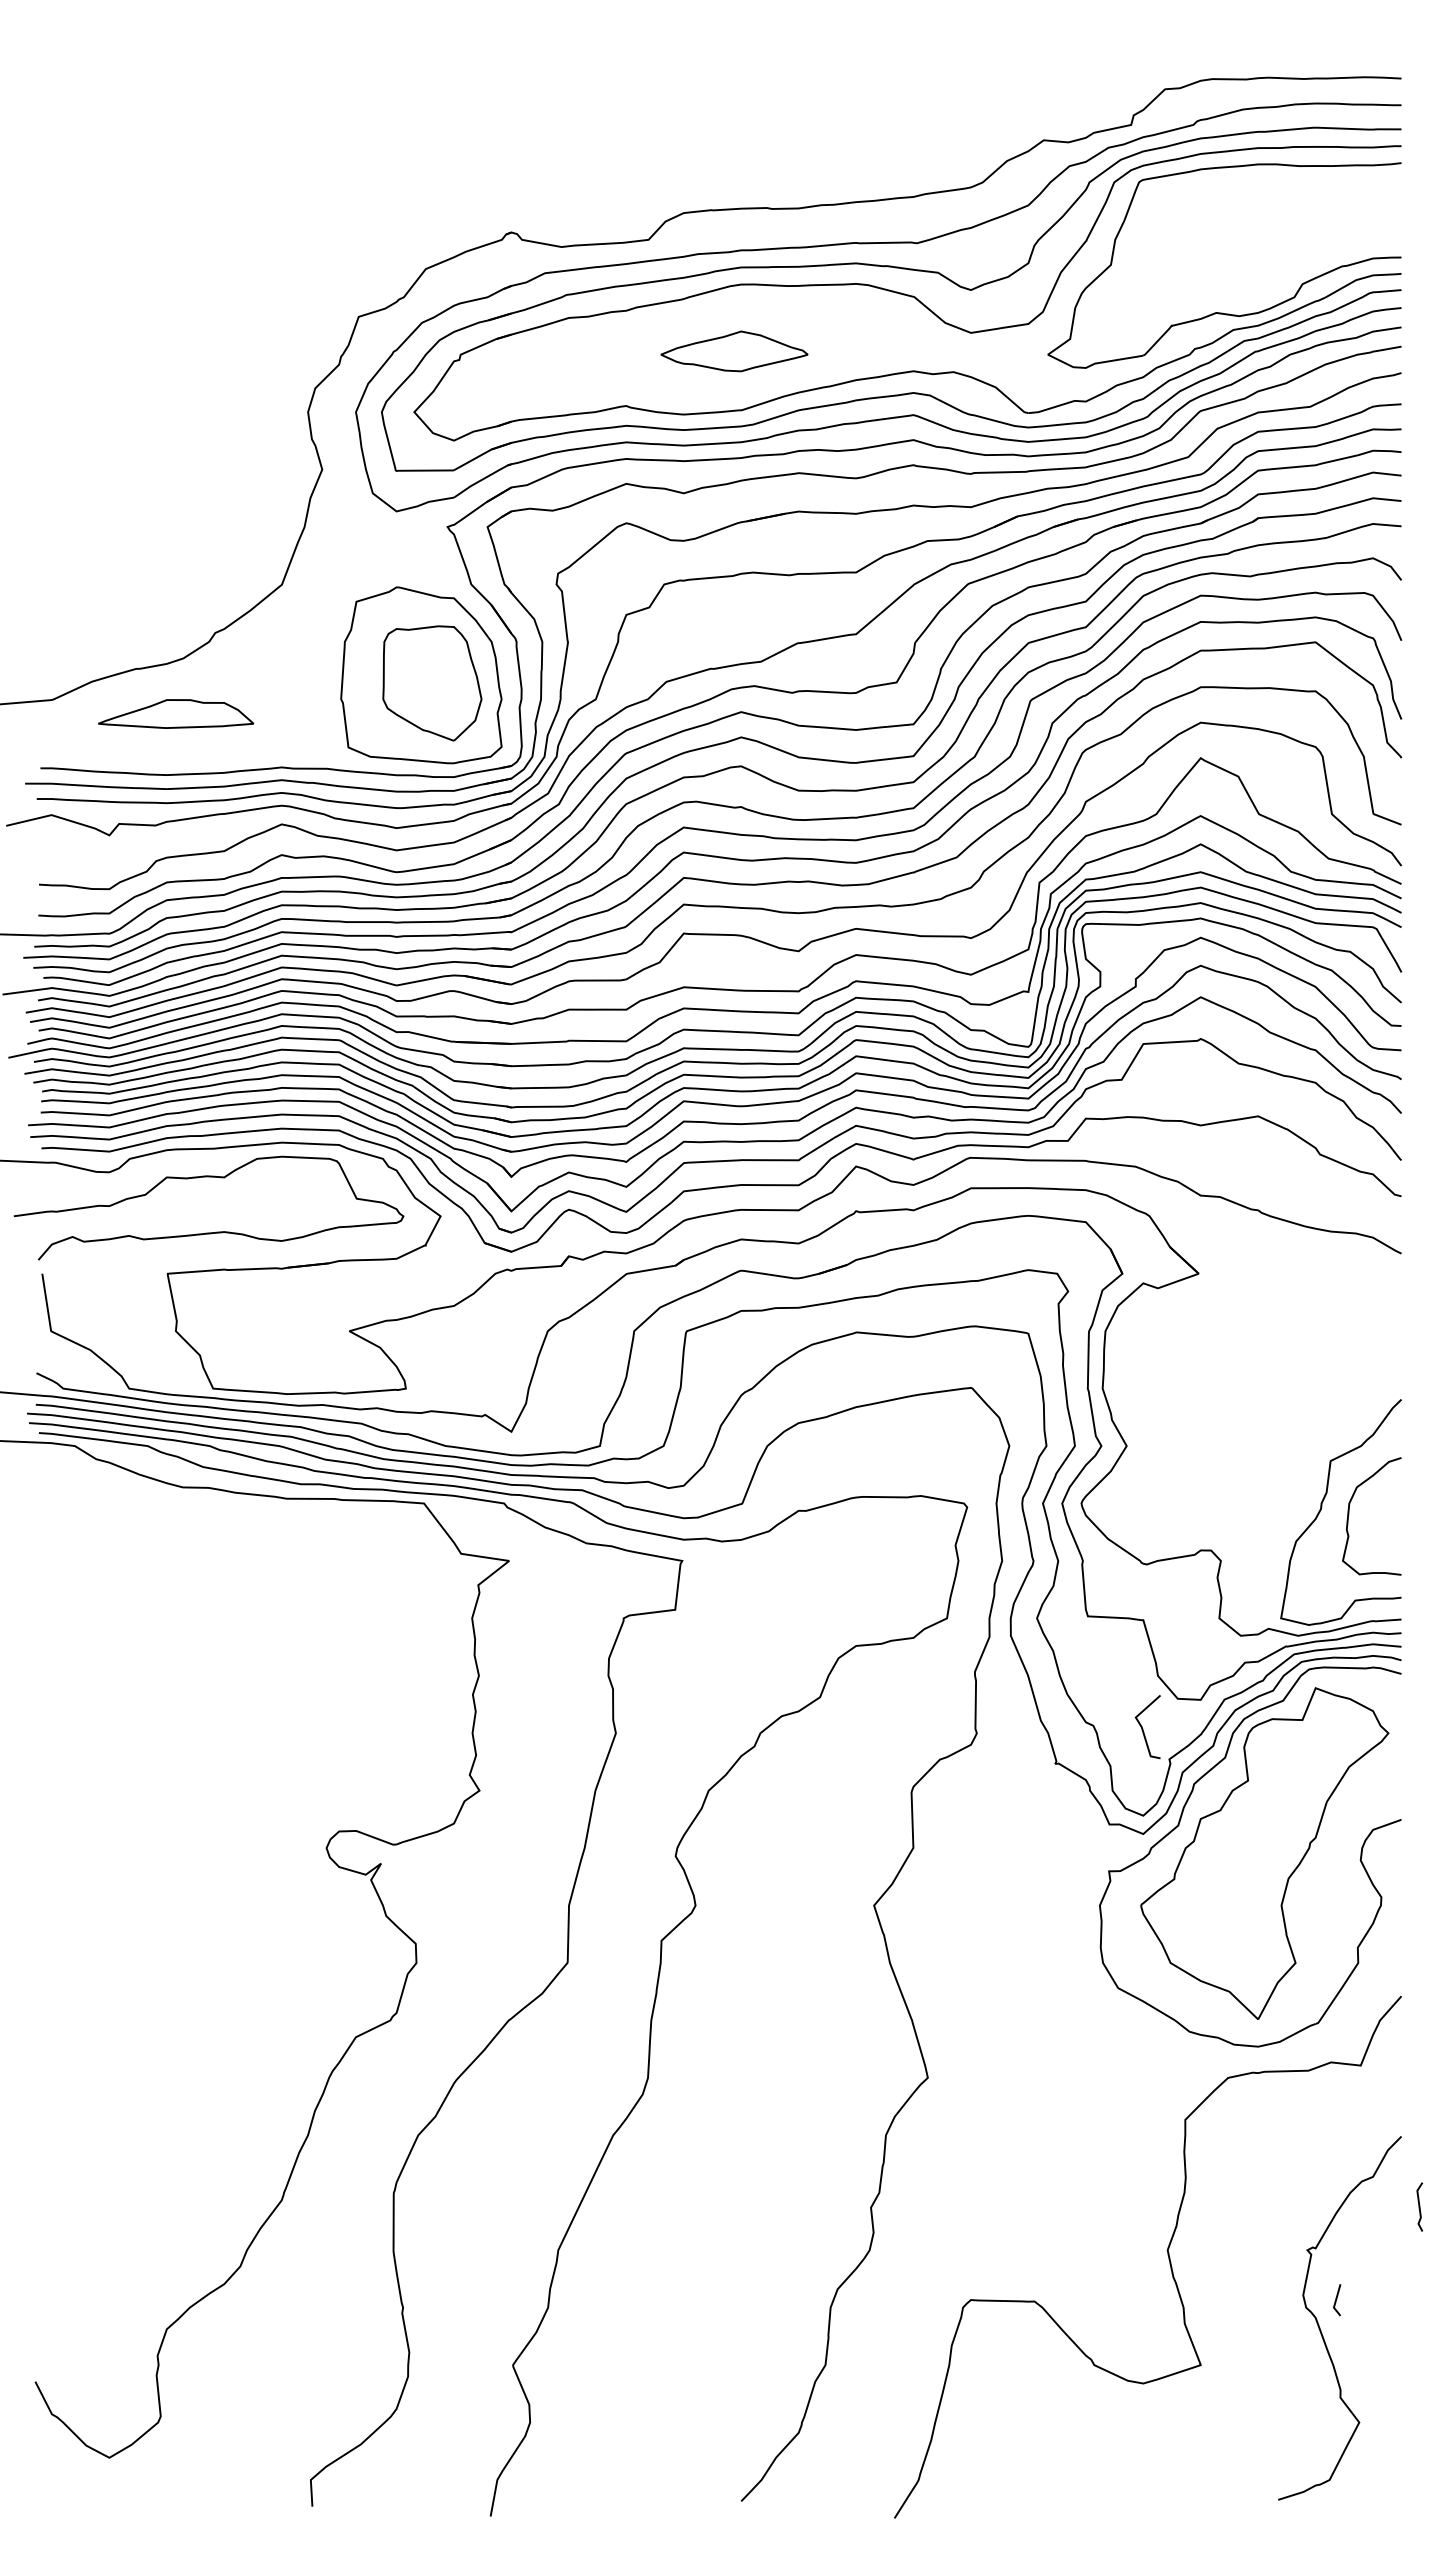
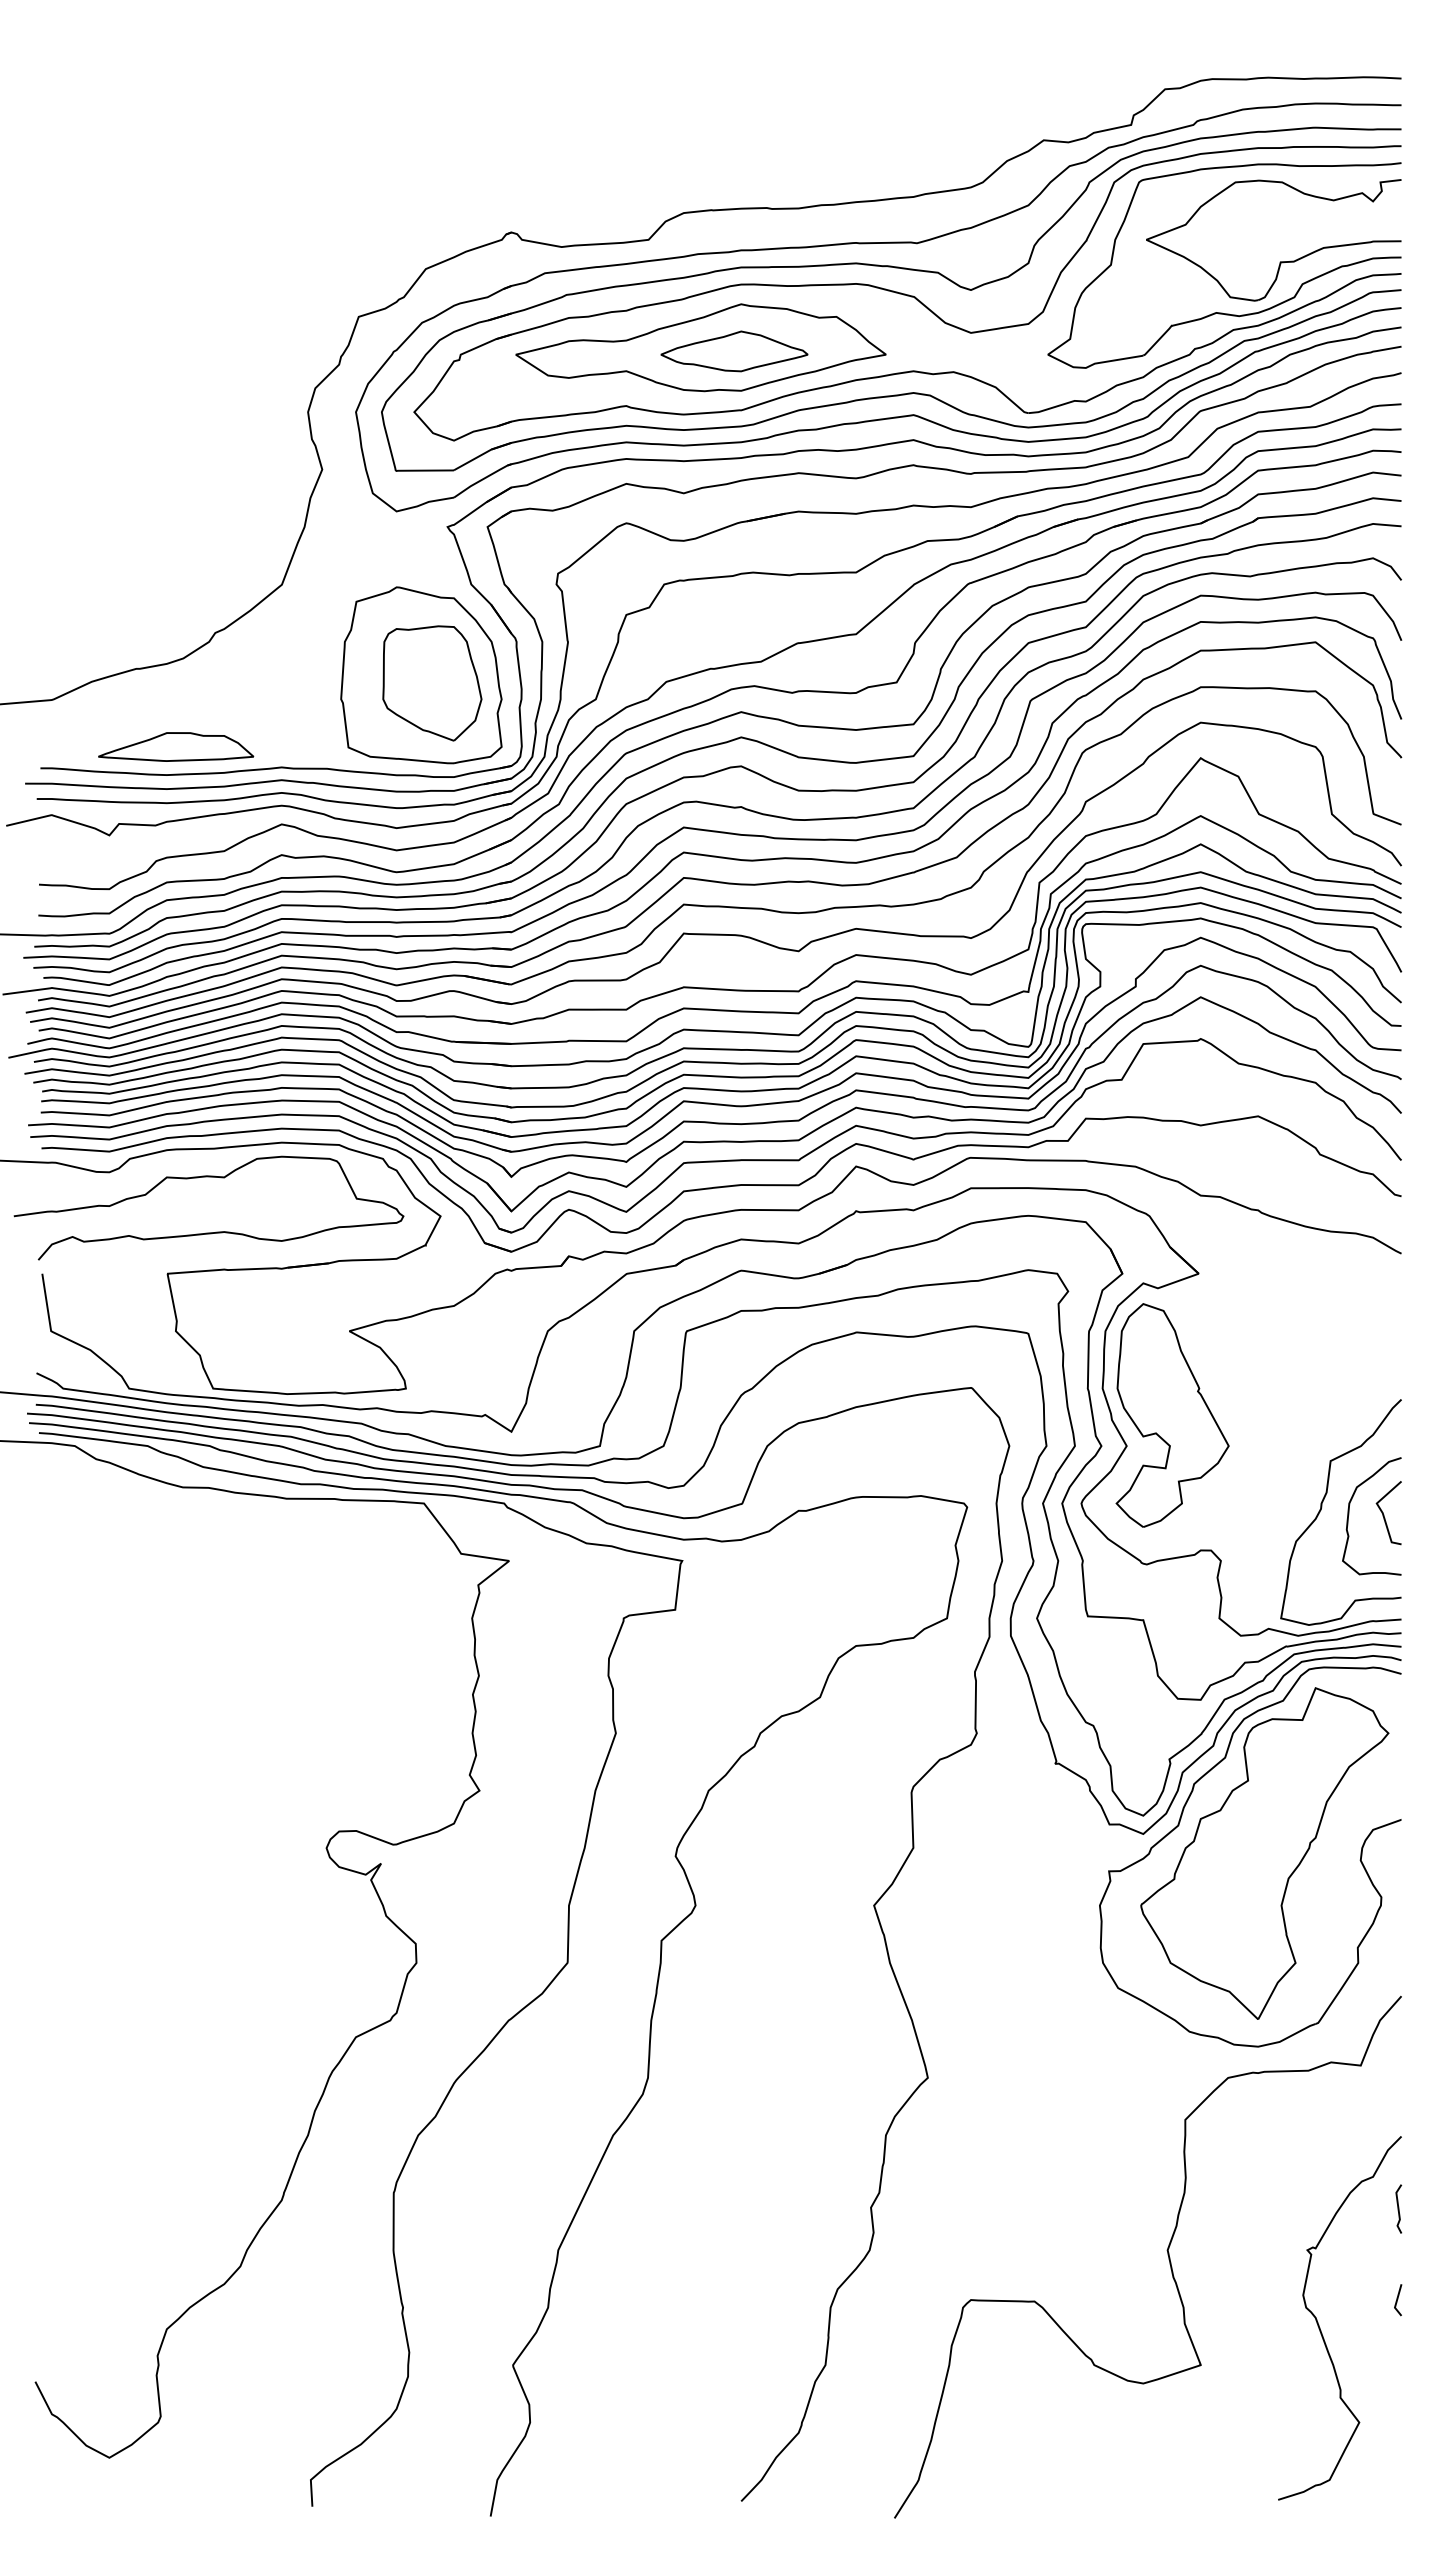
part at (1280, 261): none -> present
part at (700, 347): none -> present
part at (176, 713) position: (176, 713) -> (176, 746)
part at (1172, 1415): none -> present
line at (1143, 1728) position: (1143, 1728) -> (1384, 1514)
line at (1419, 2206) position: (1419, 2206) -> (1398, 2208)
line at (1337, 2299) position: (1337, 2299) -> (1398, 2299)
